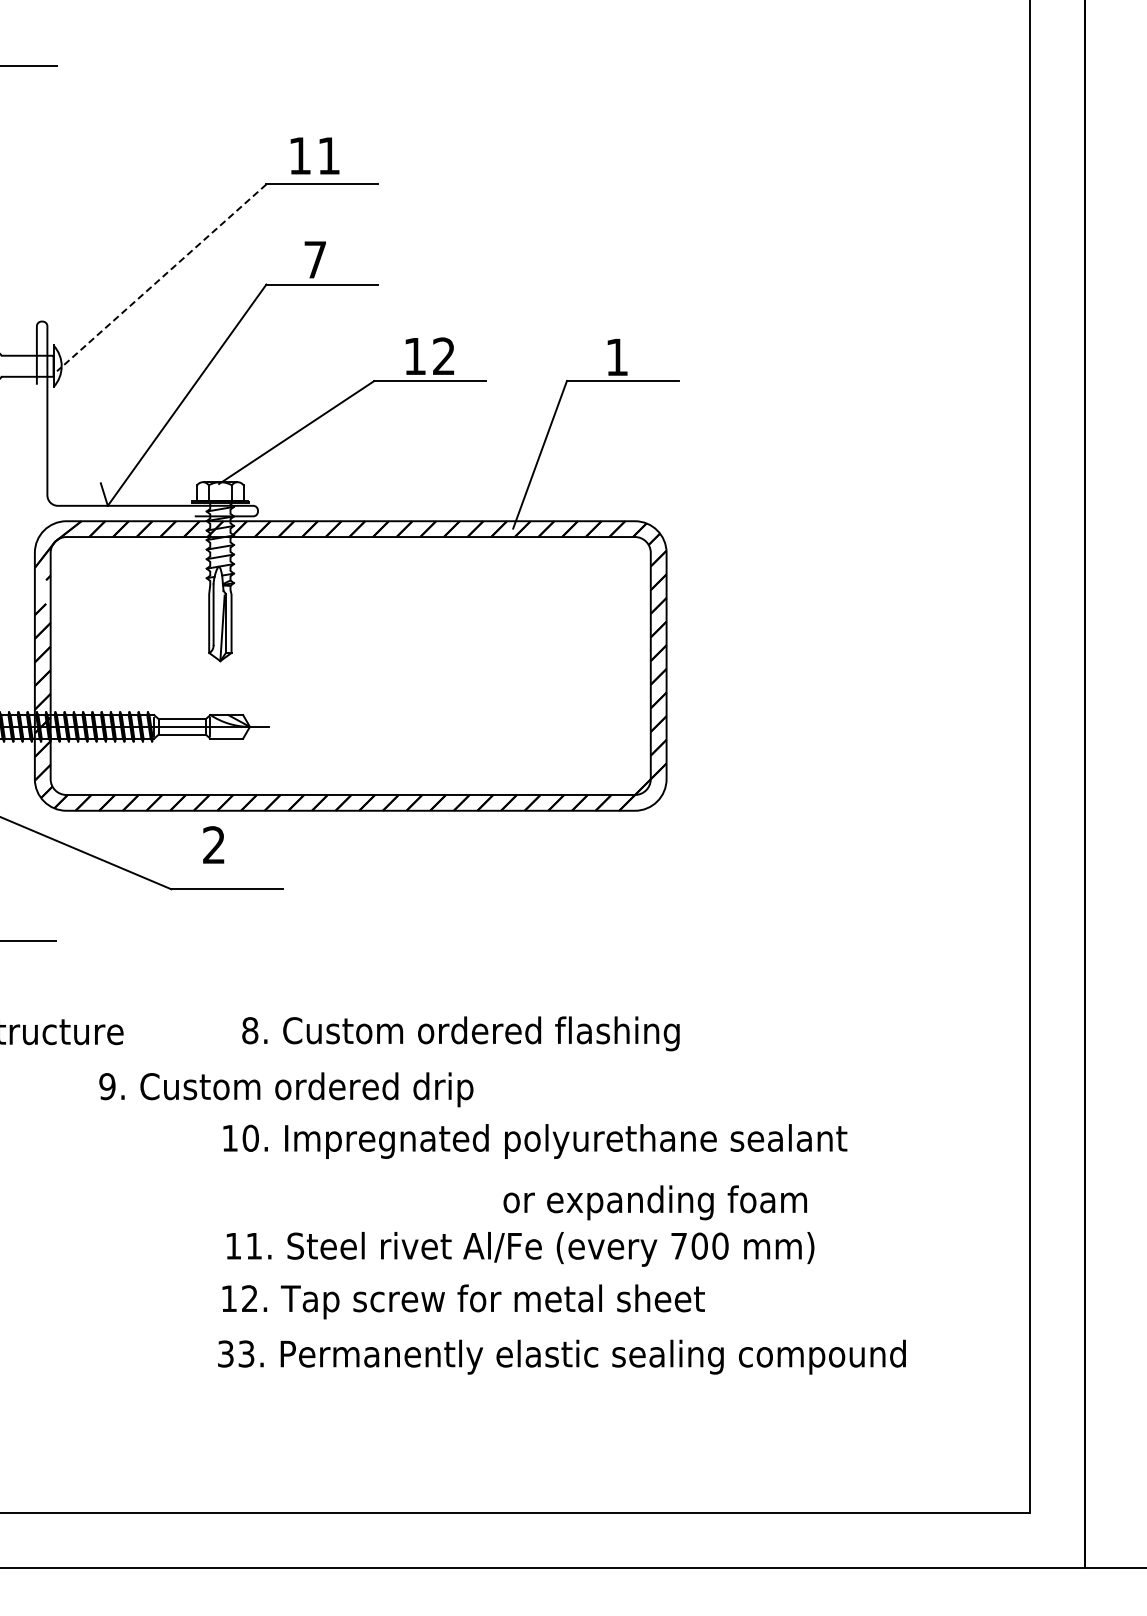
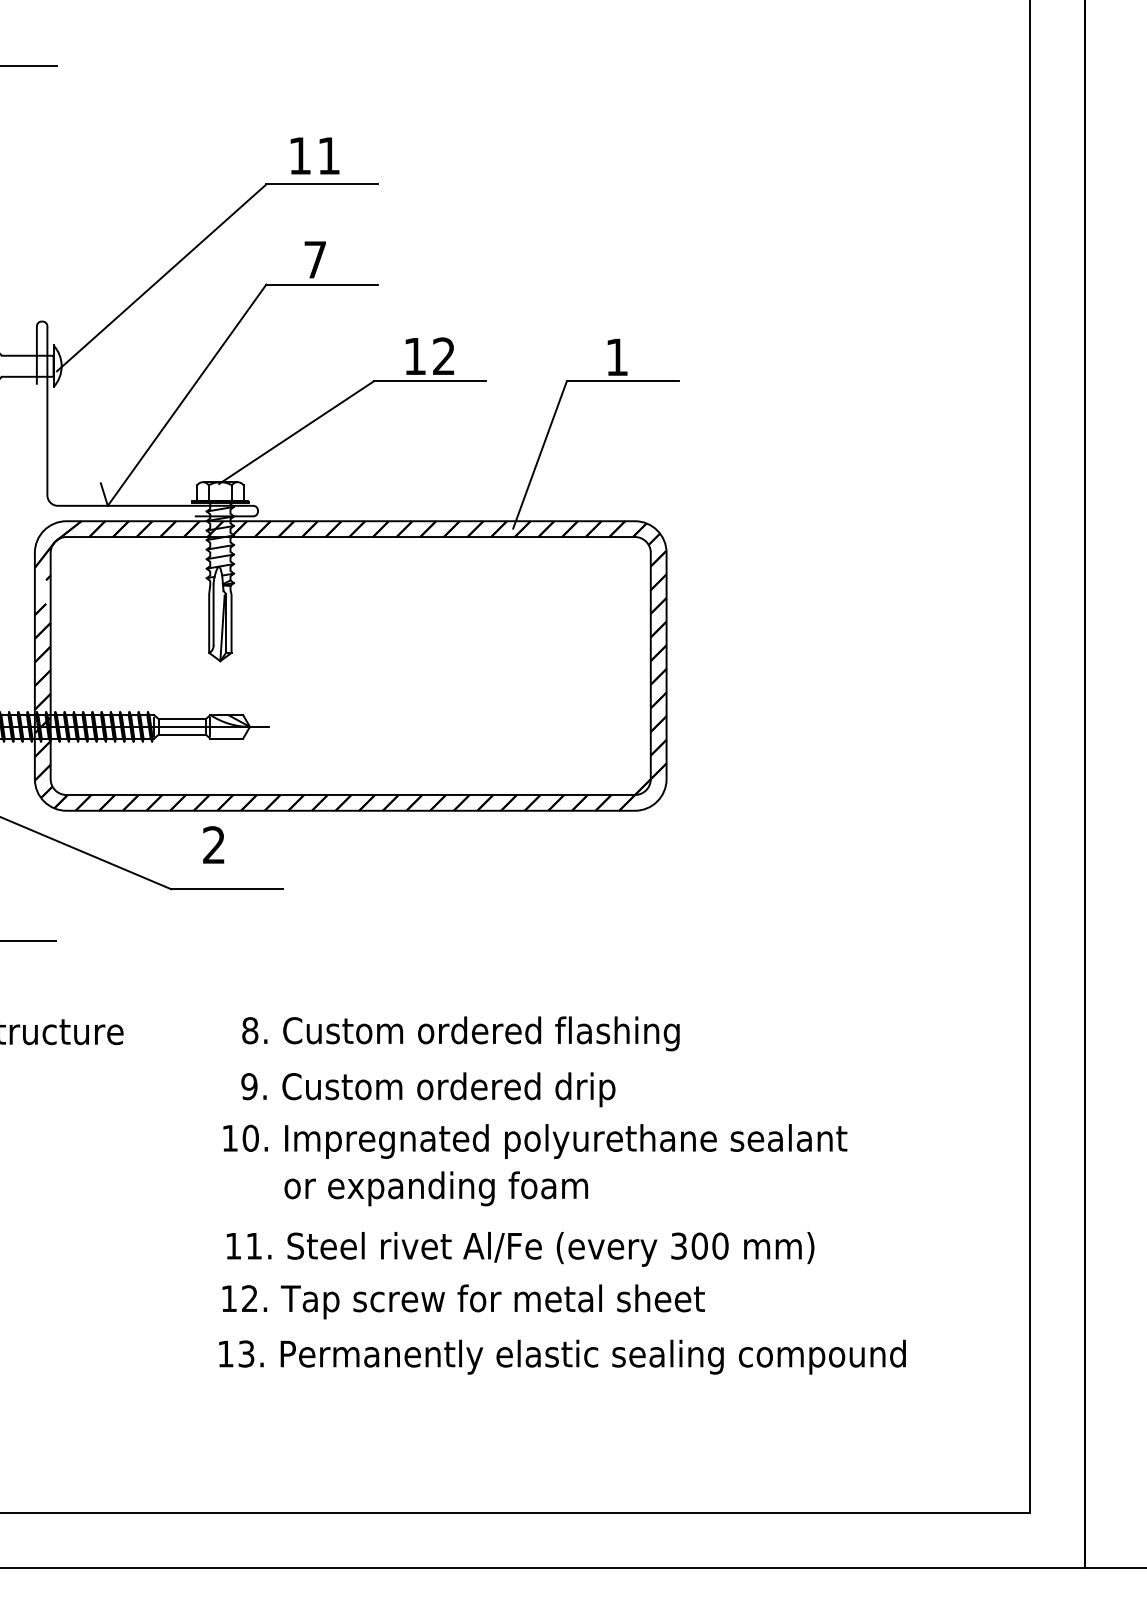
line at (161, 278): dashed -> solid
text at (286, 1089) position: (286, 1089) -> (428, 1089)
text at (654, 1202) position: (654, 1202) -> (435, 1188)
text at (678, 1245): 700 -> 300
text at (225, 1353): 33. -> 13.
